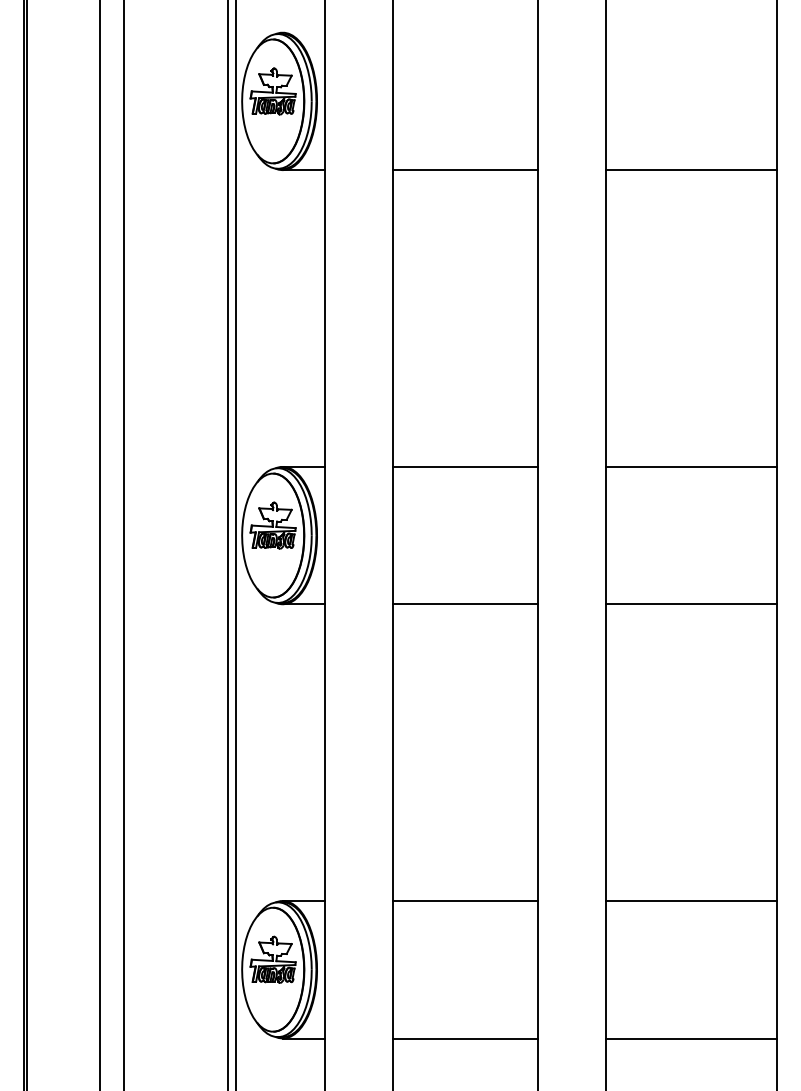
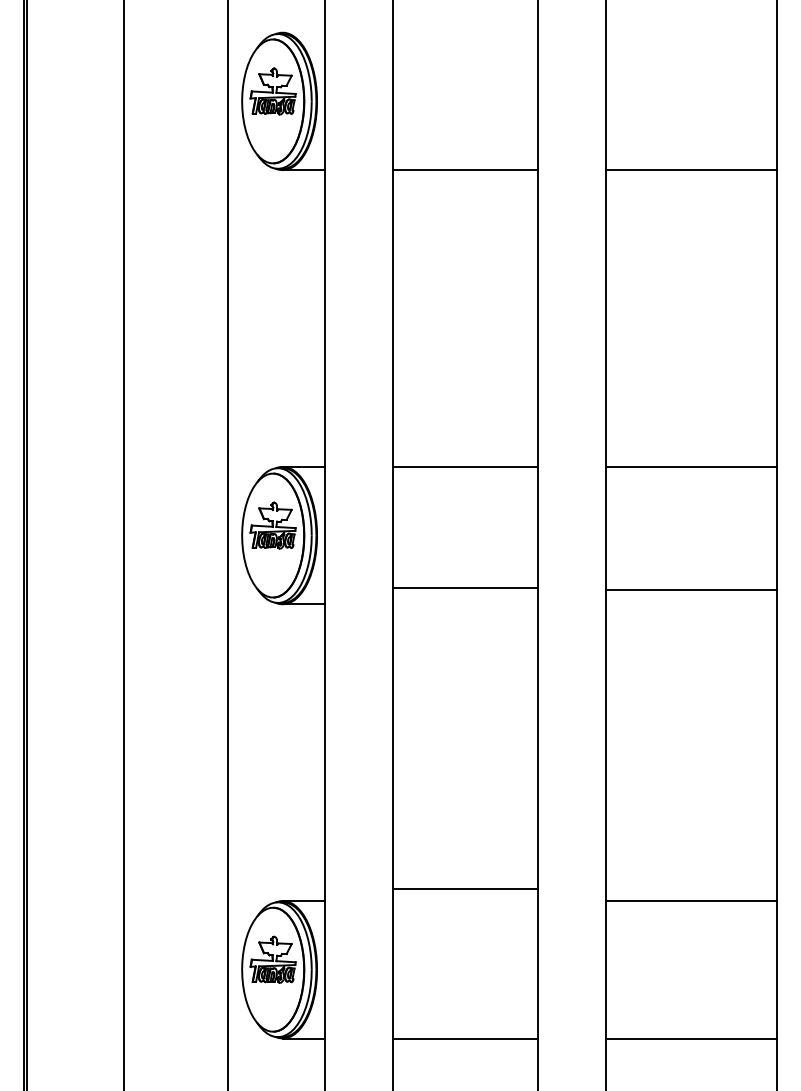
line at (100, 544): present -> none
line at (235, 544): present -> none
line at (465, 604) position: (465, 604) -> (465, 588)
line at (691, 604) position: (691, 604) -> (691, 590)
line at (465, 900) position: (465, 900) -> (465, 888)
